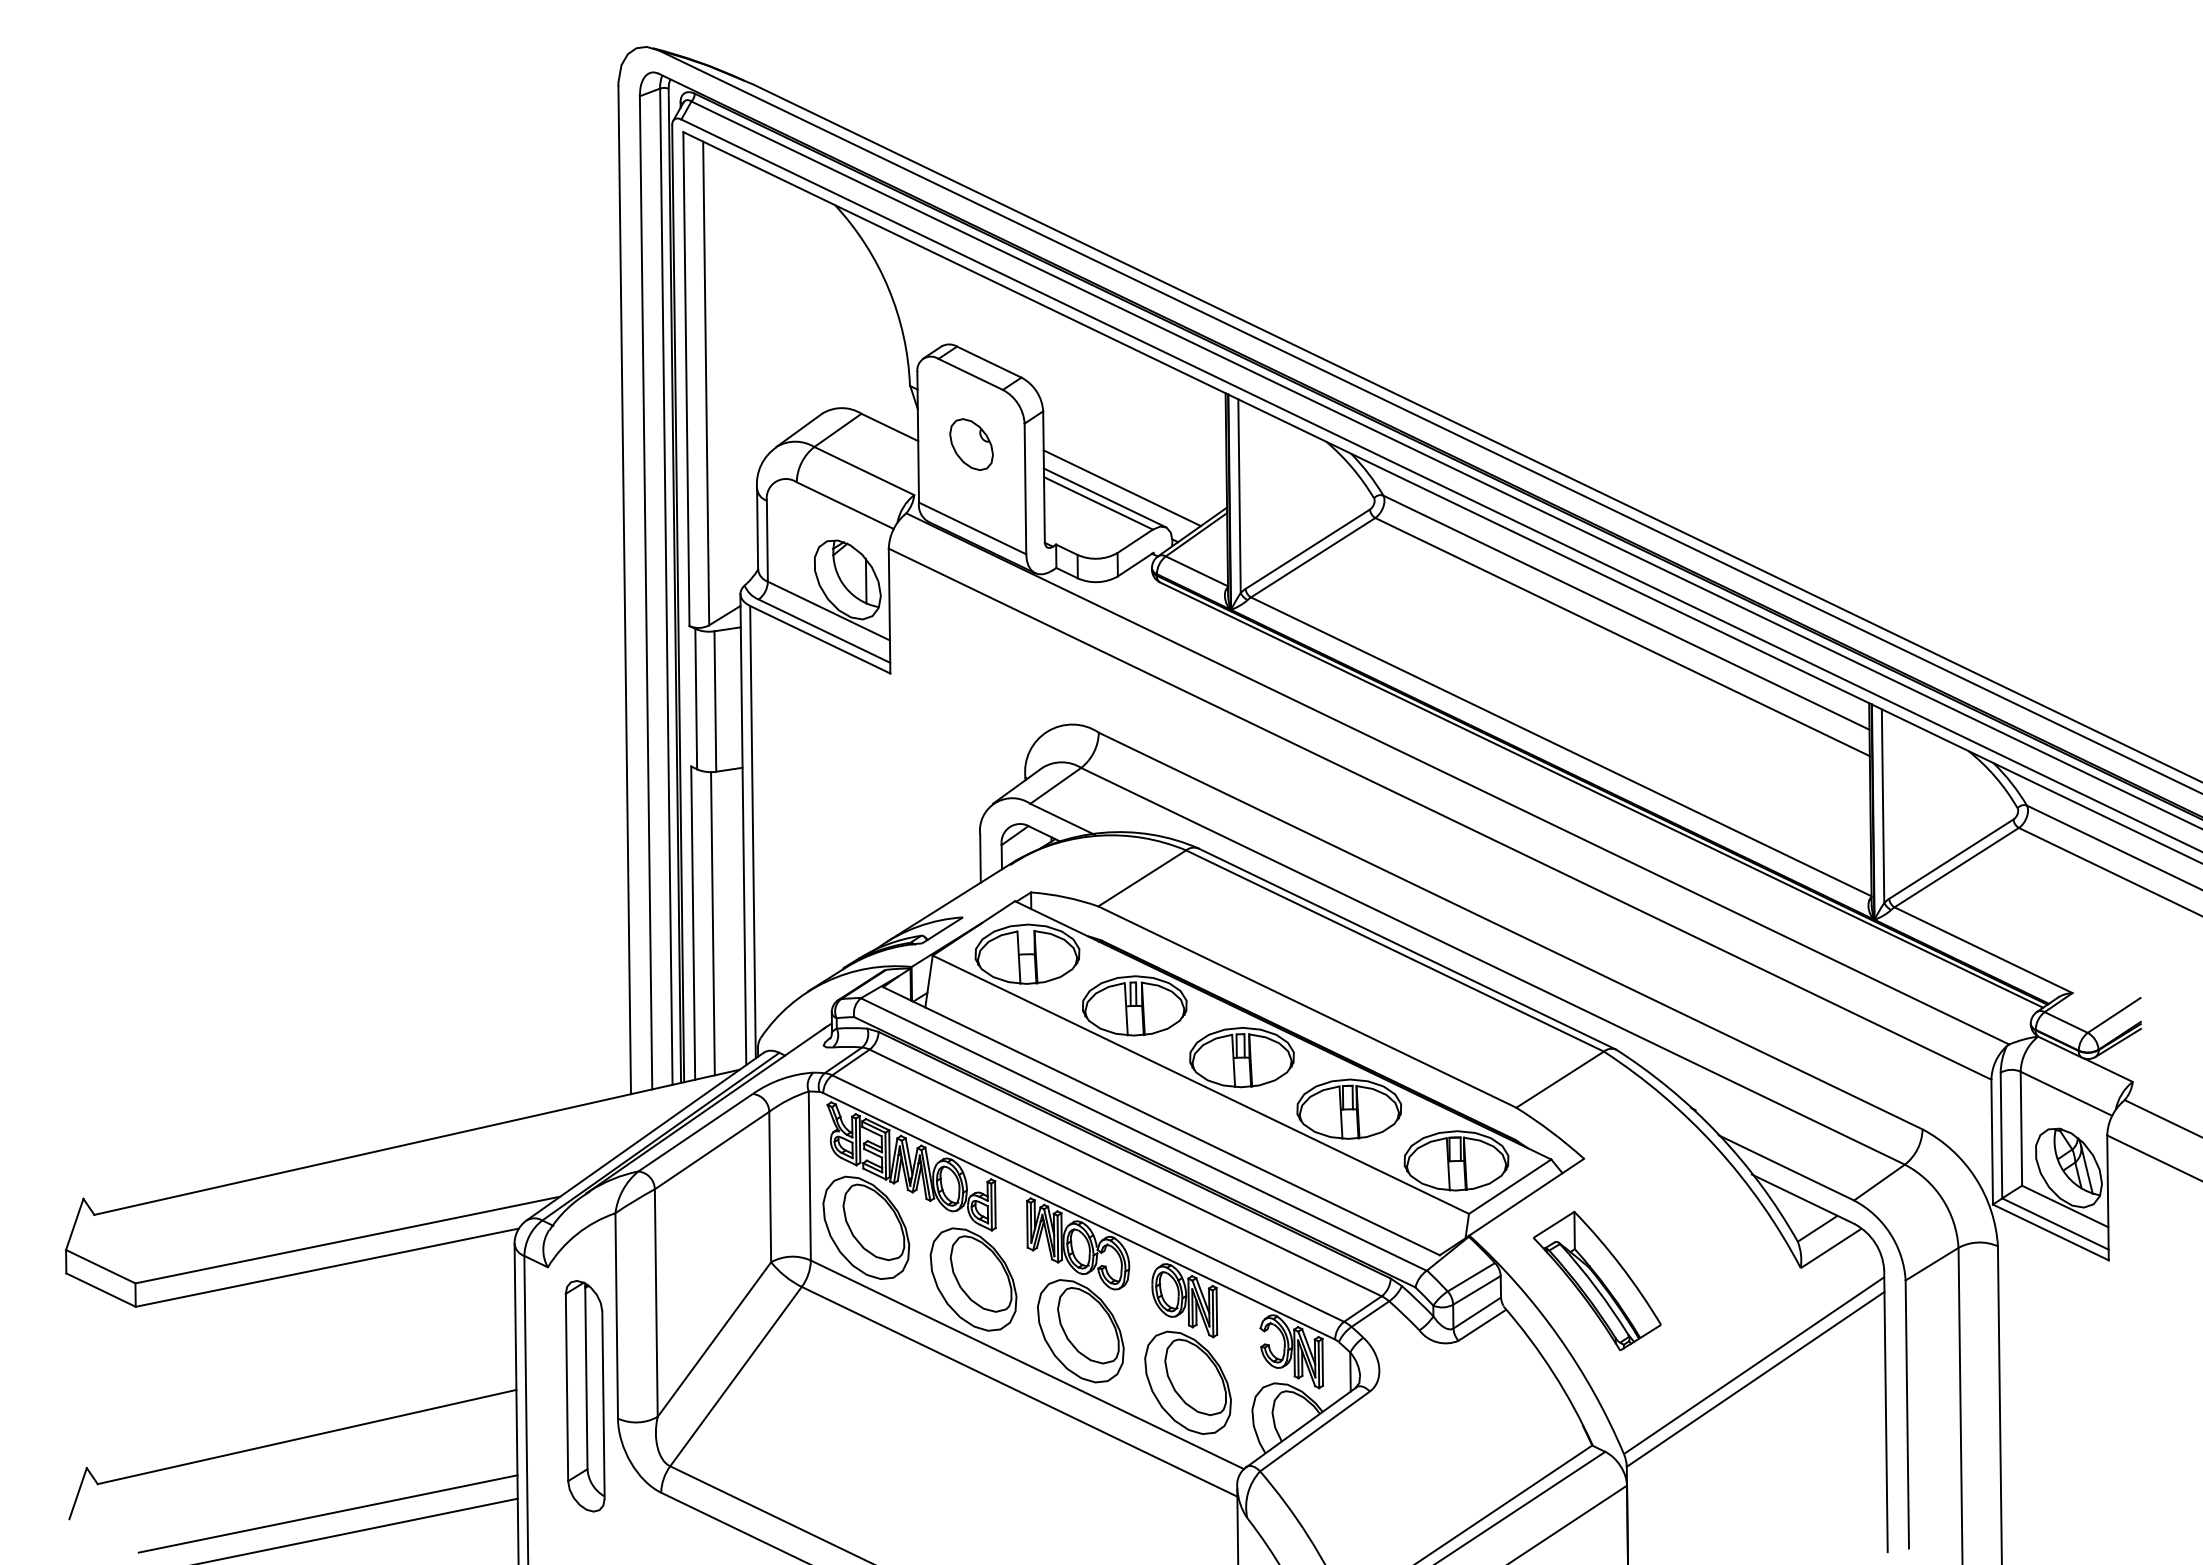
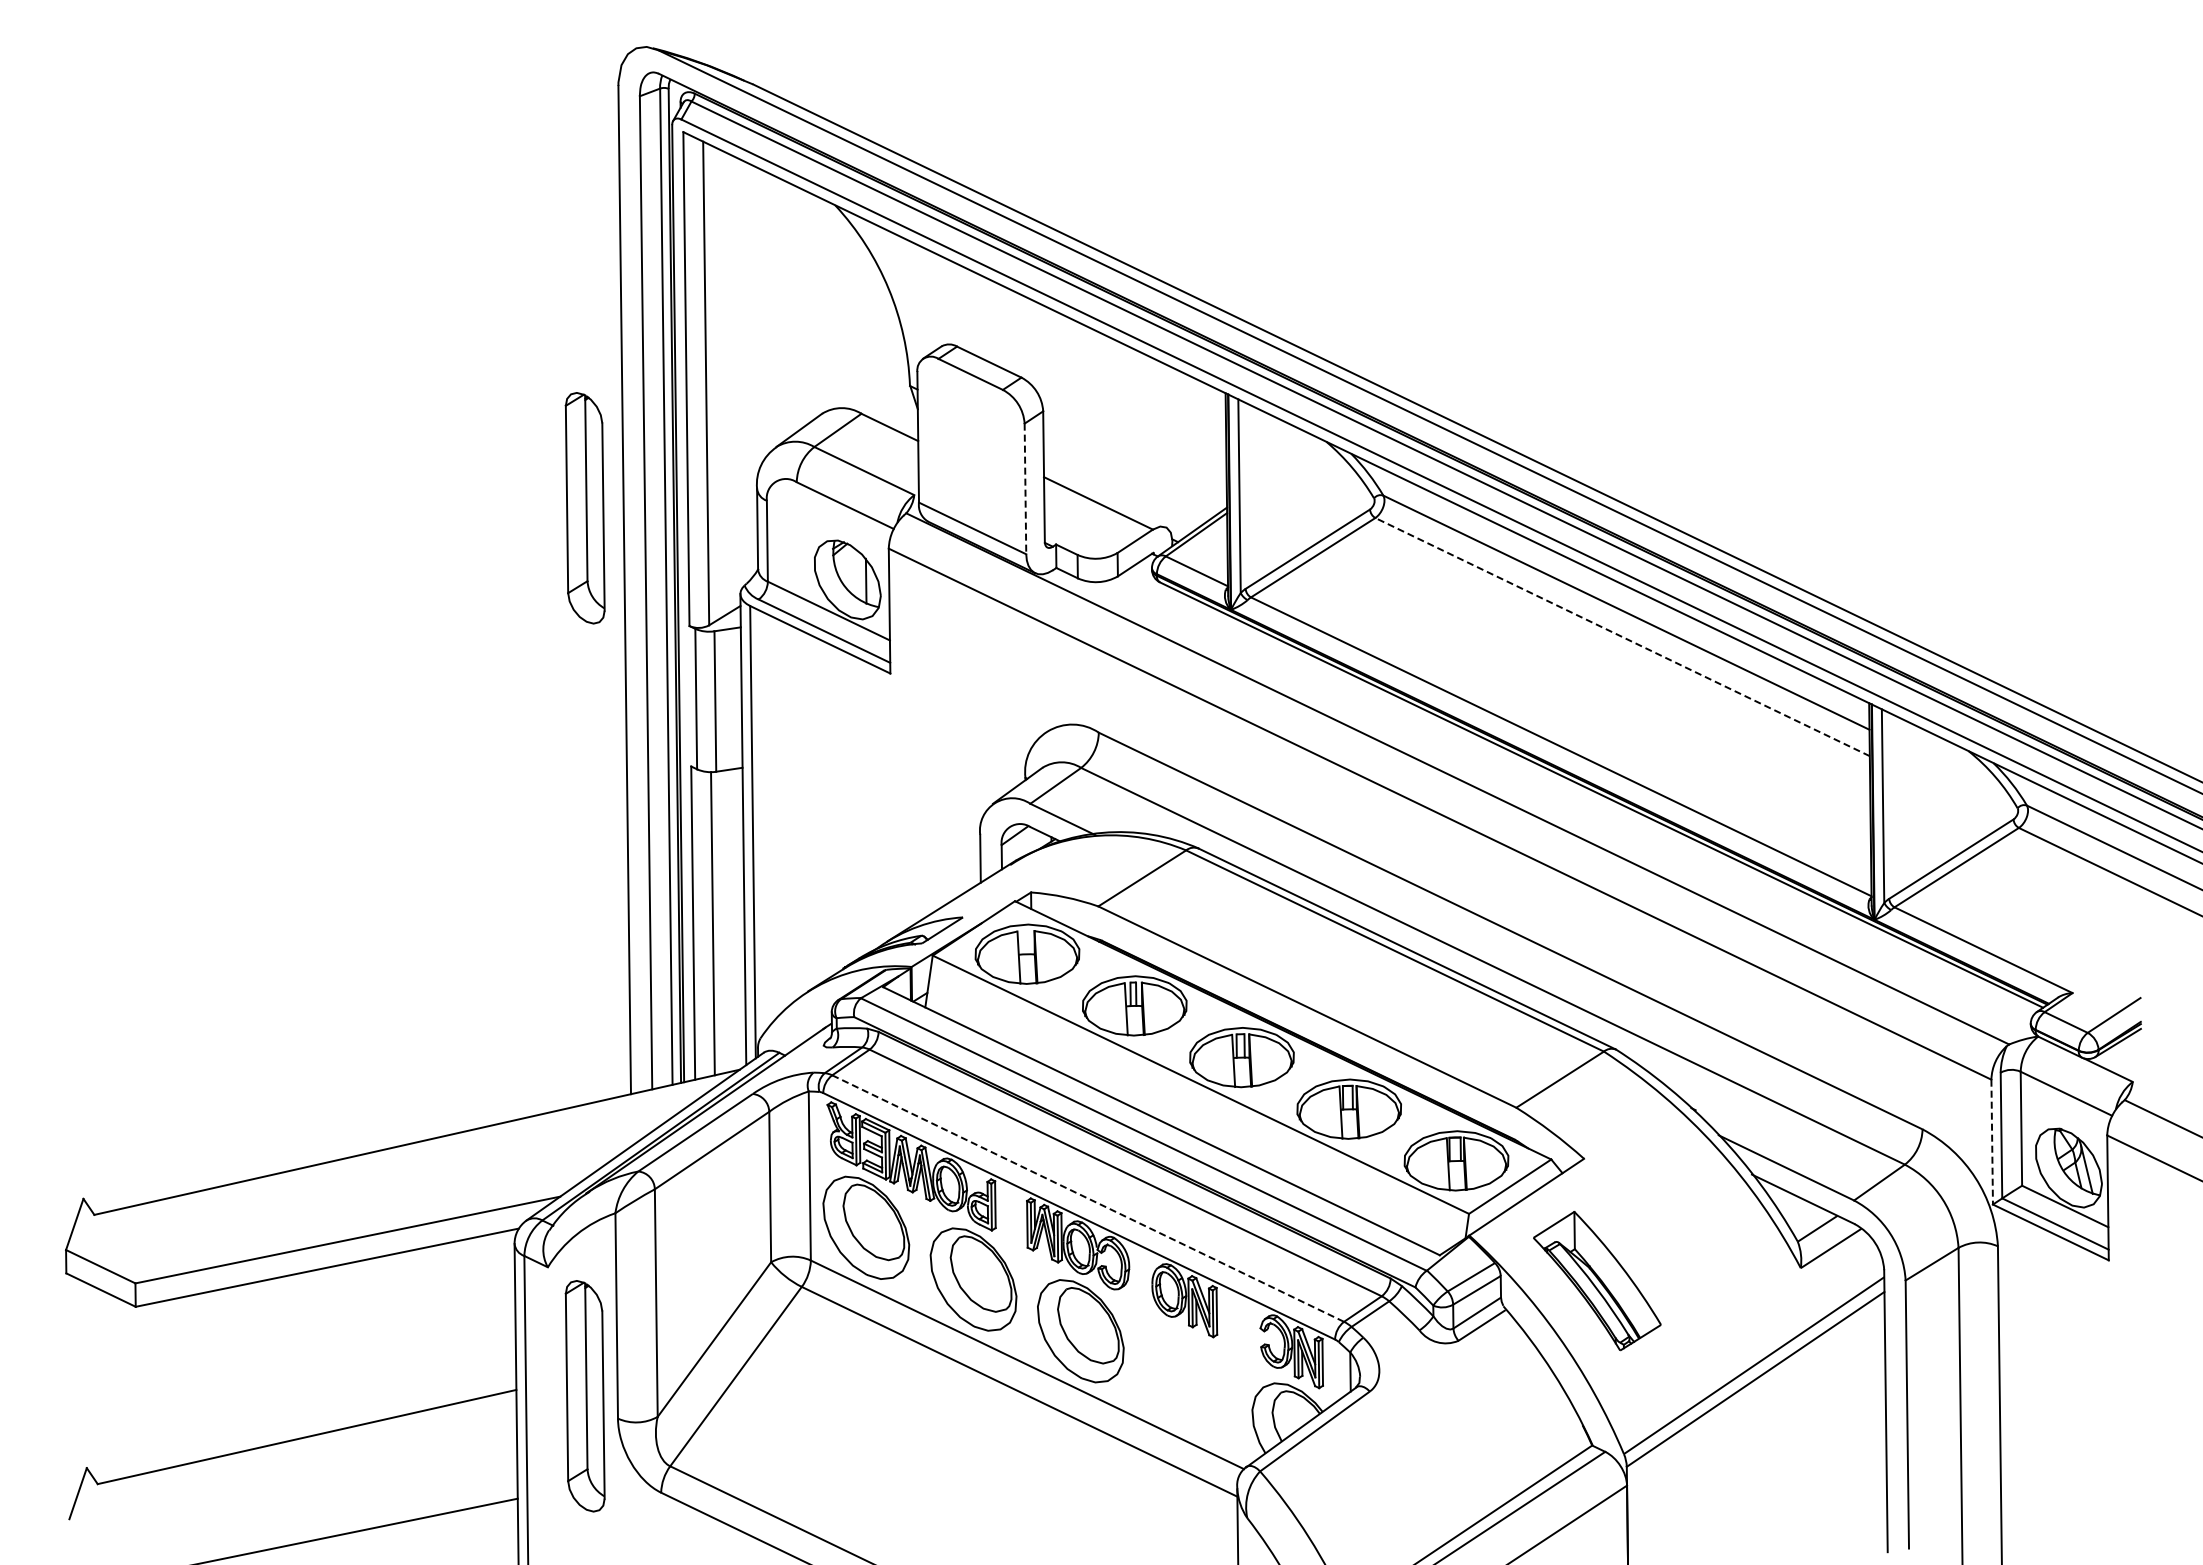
part at (971, 444): present -> none
line at (1121, 488): present -> none
line at (1025, 489): solid -> dashed
line at (1104, 497): present -> none
part at (584, 508): none -> present
line at (1622, 636): solid -> dashed
line at (1992, 1142): solid -> dashed
line at (1088, 1198): solid -> dashed
part at (1187, 1382): present -> none
line at (327, 1513): present -> none
